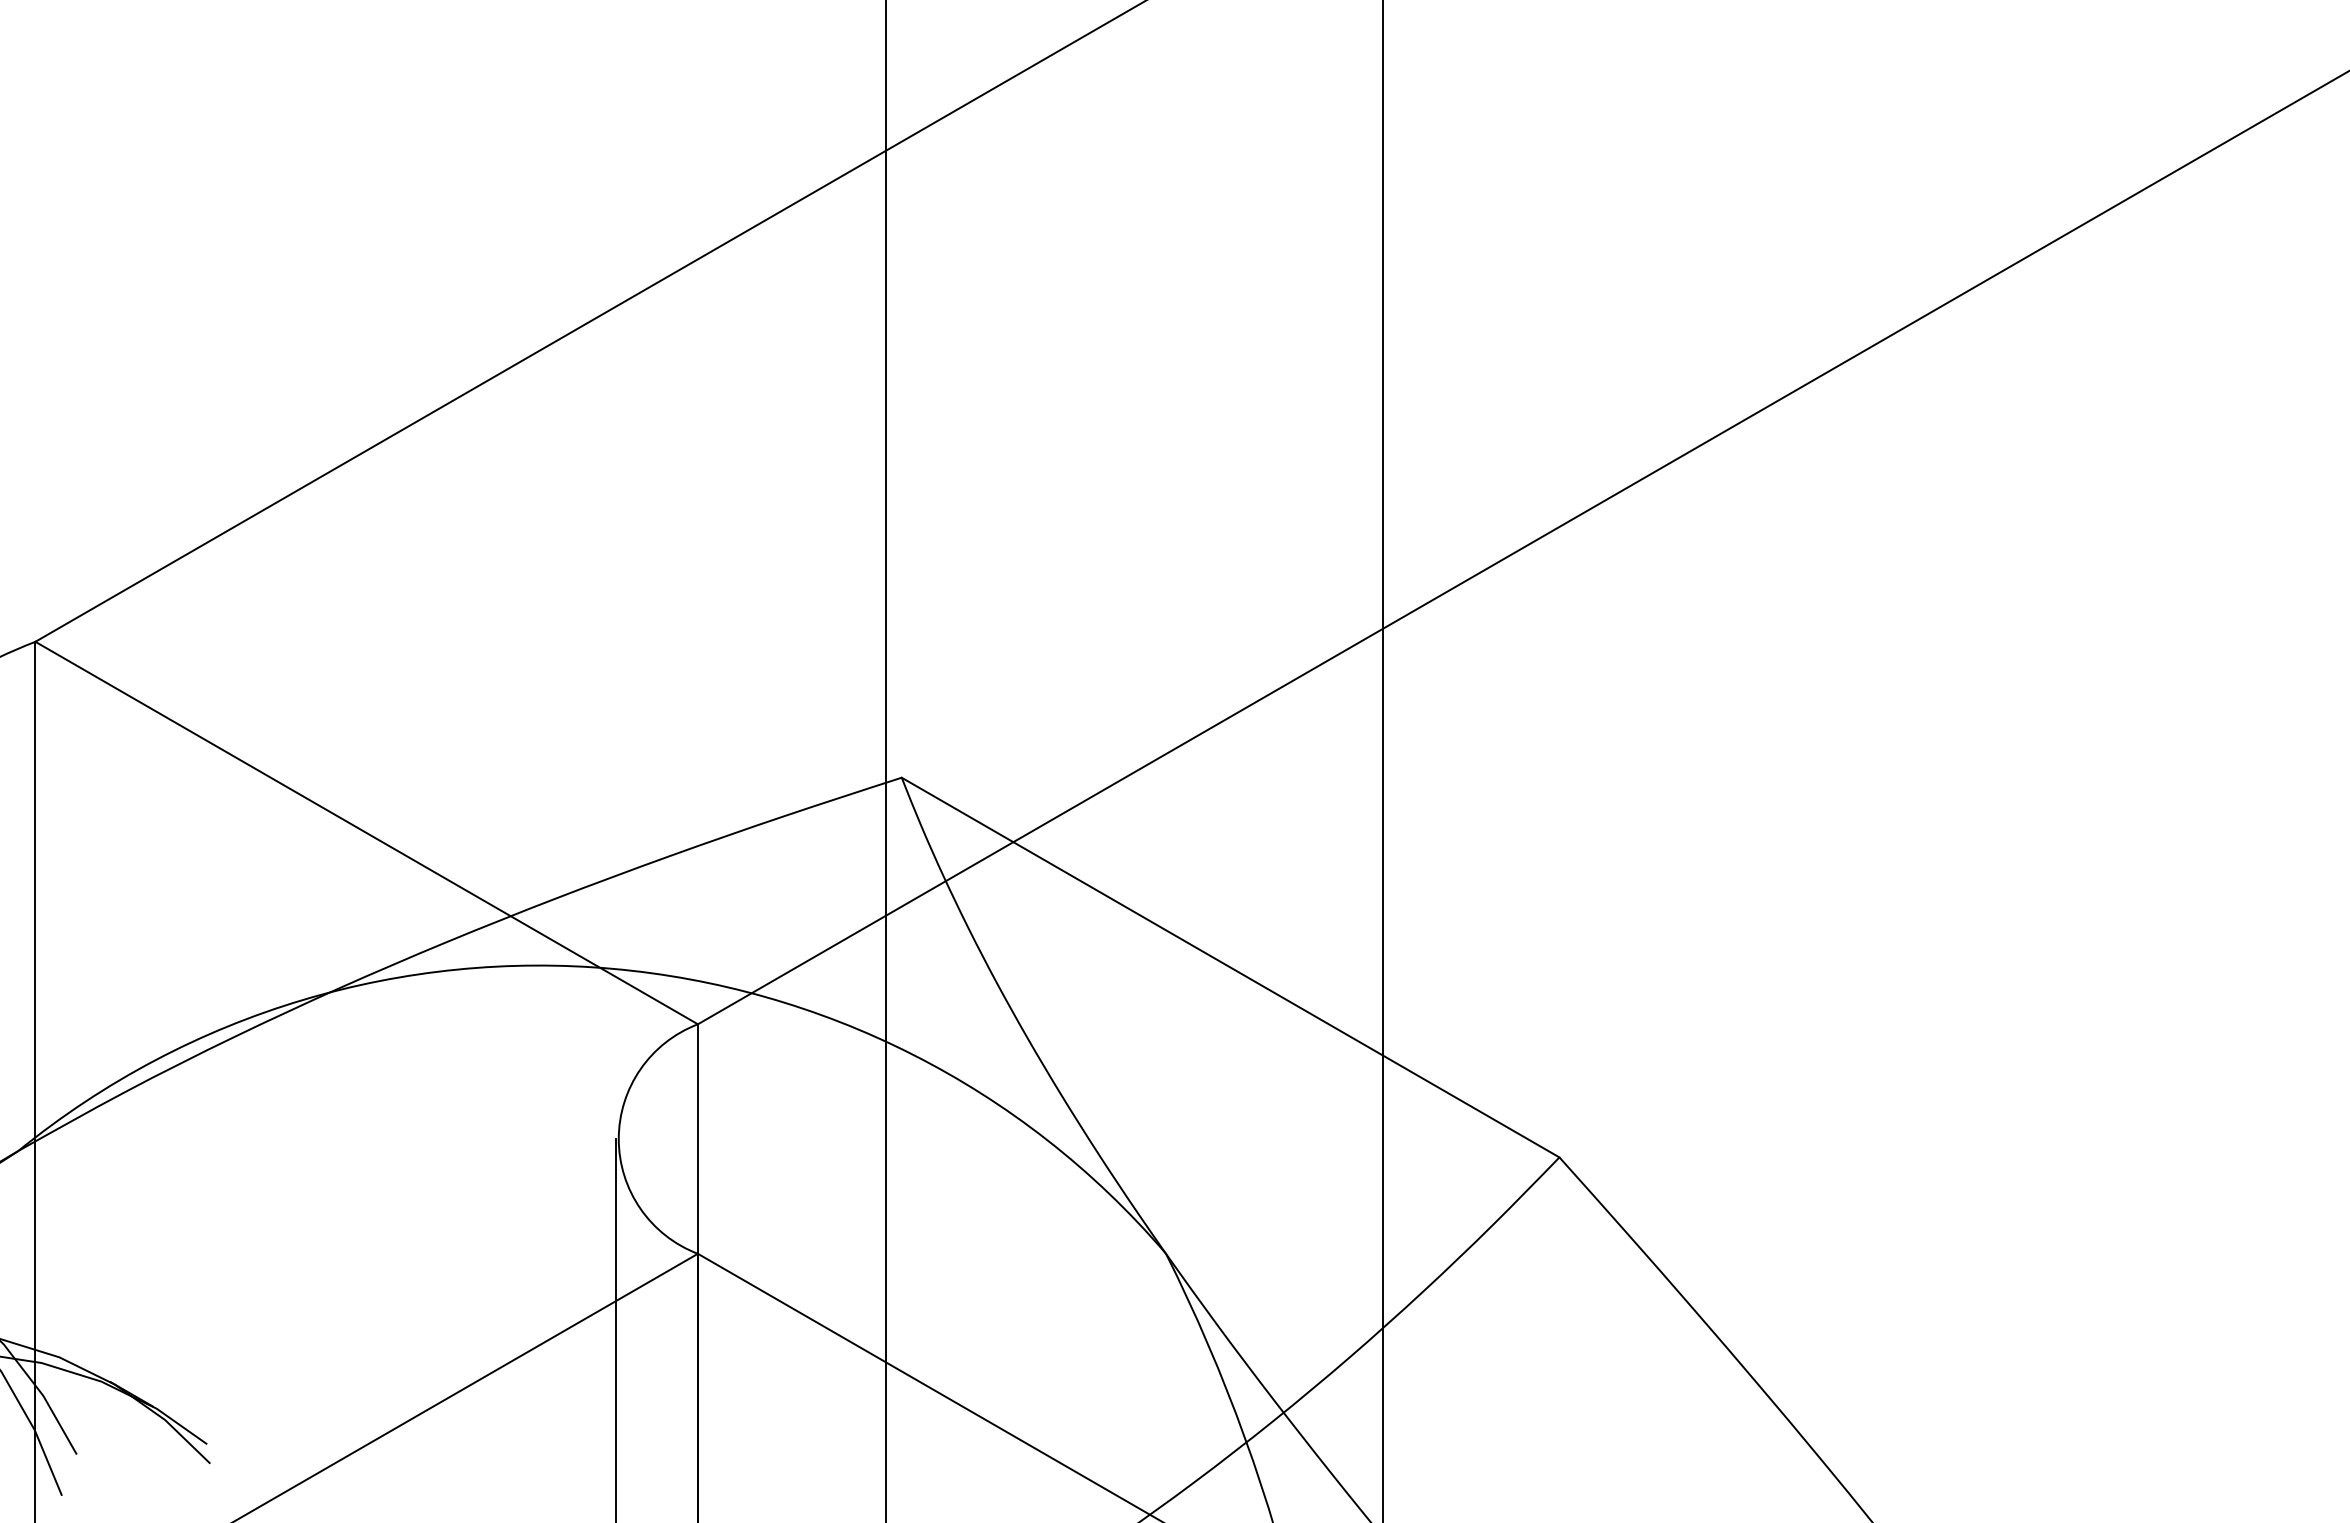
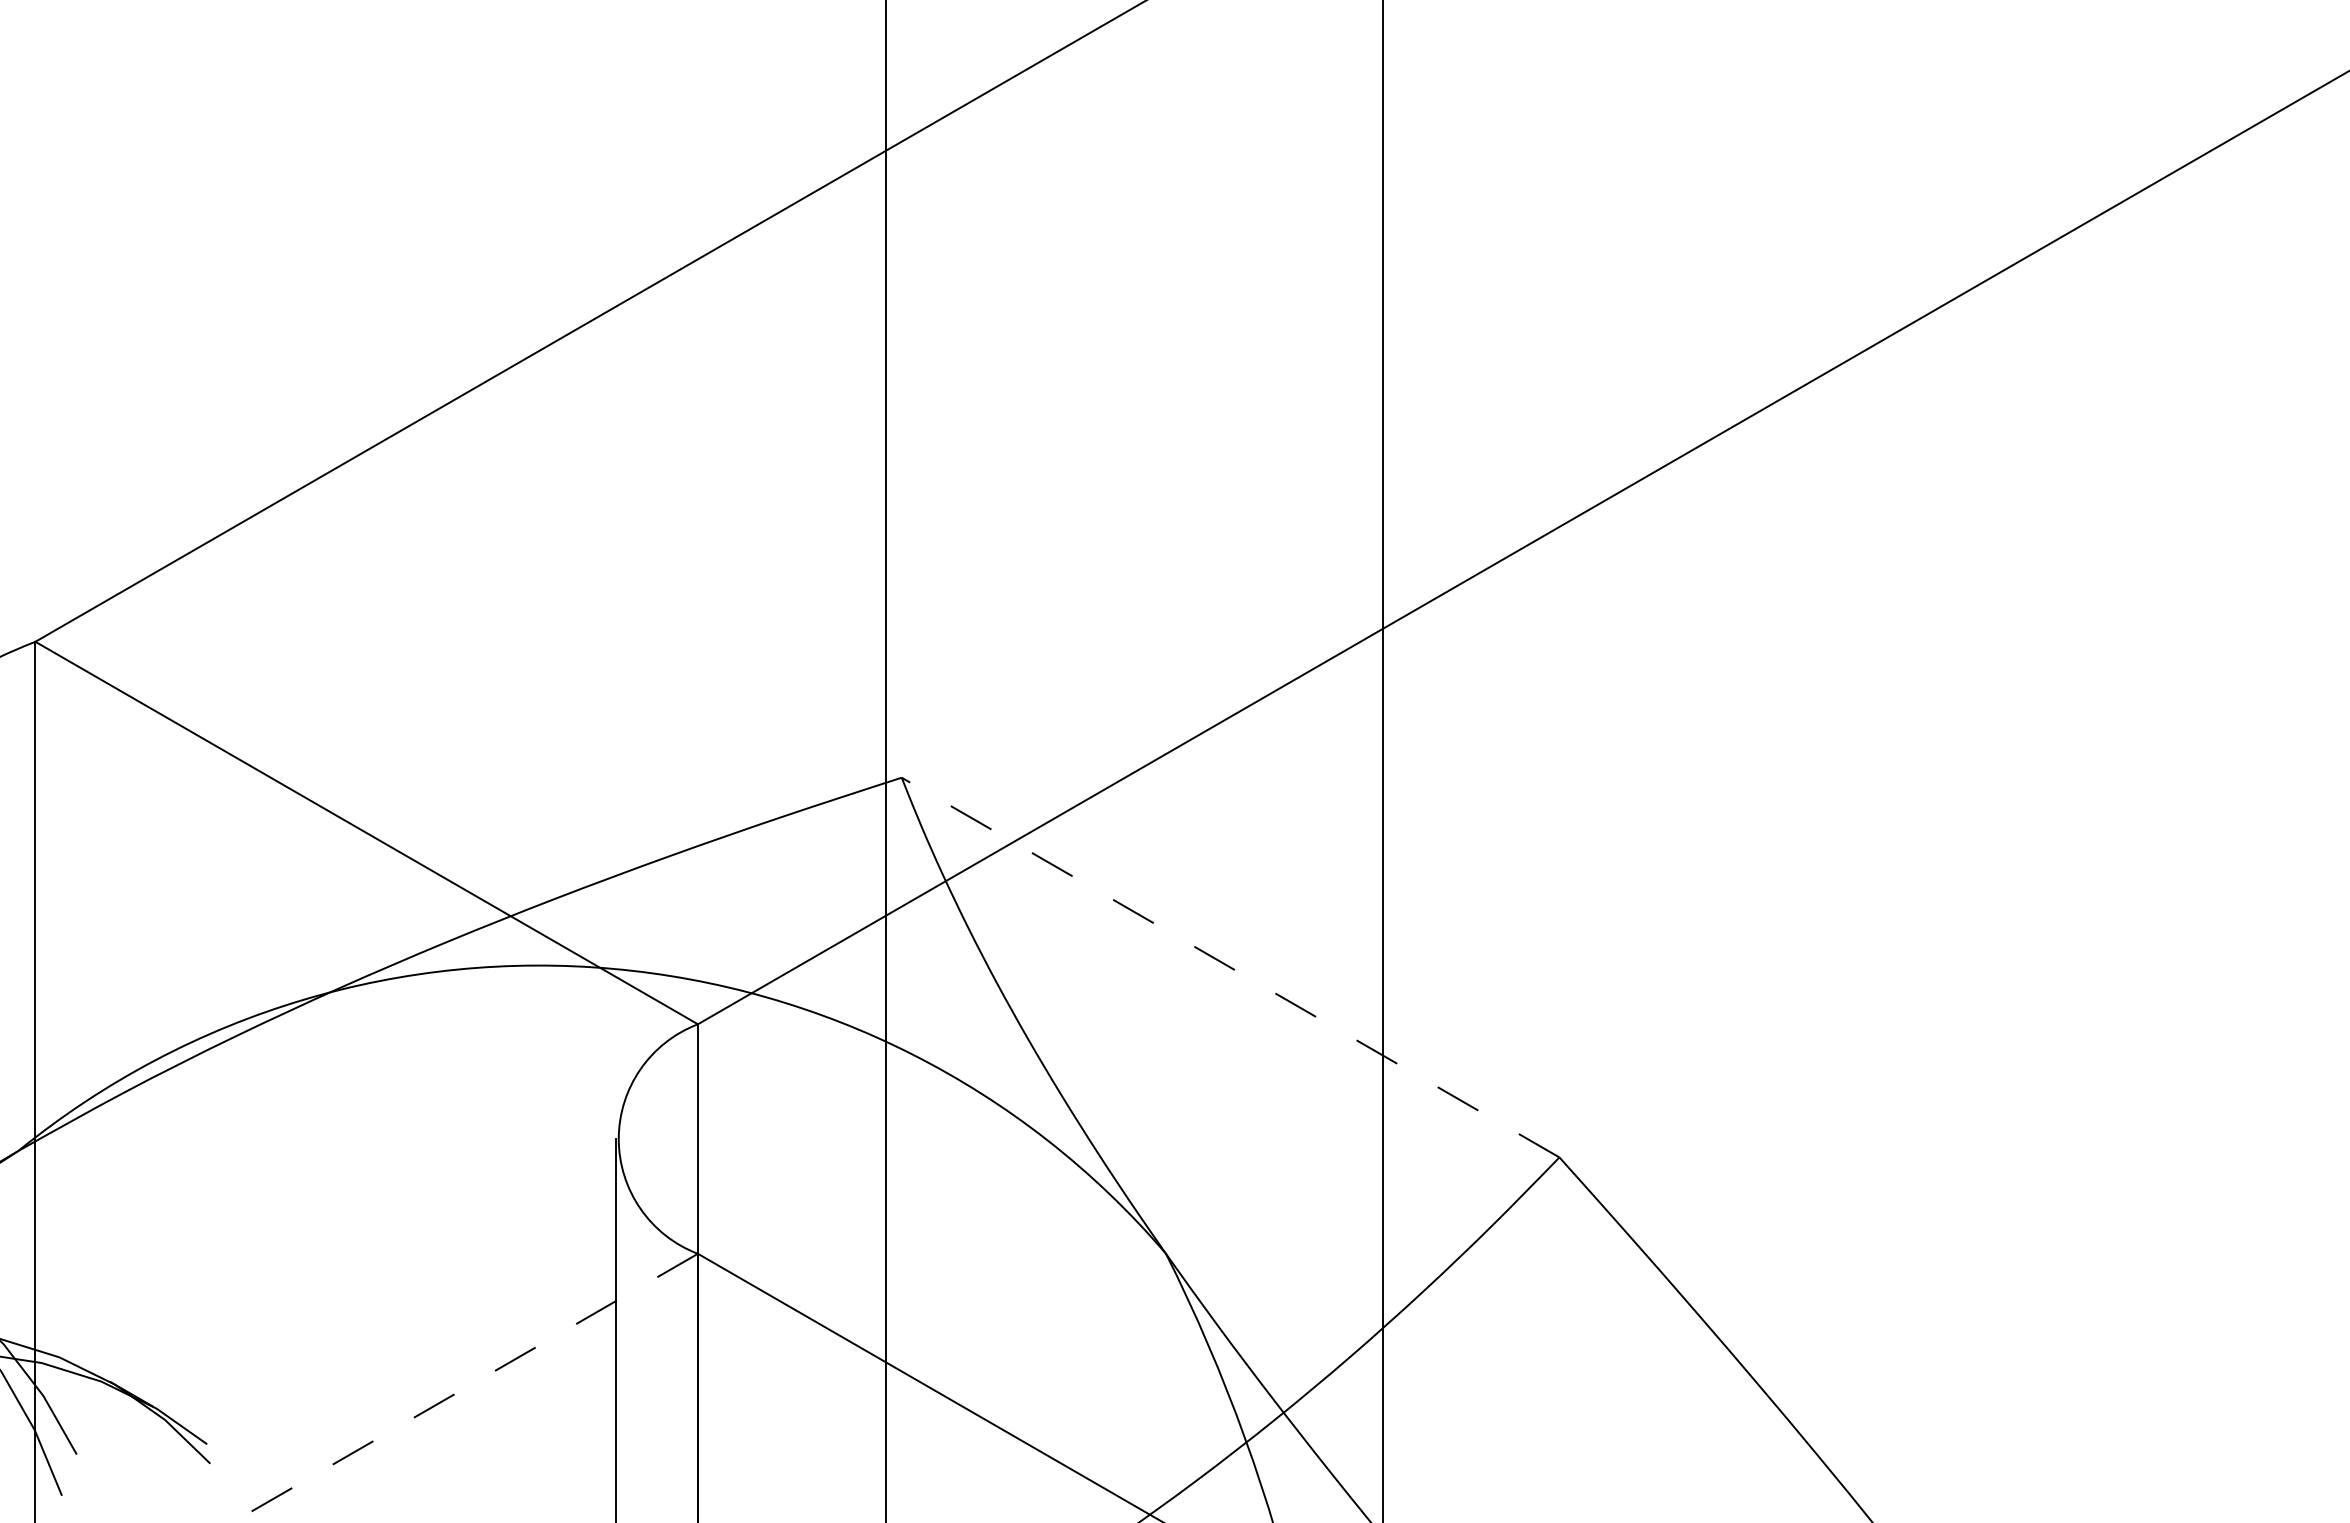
line at (1230, 967): solid -> dashed
line at (464, 1388): solid -> dashed
